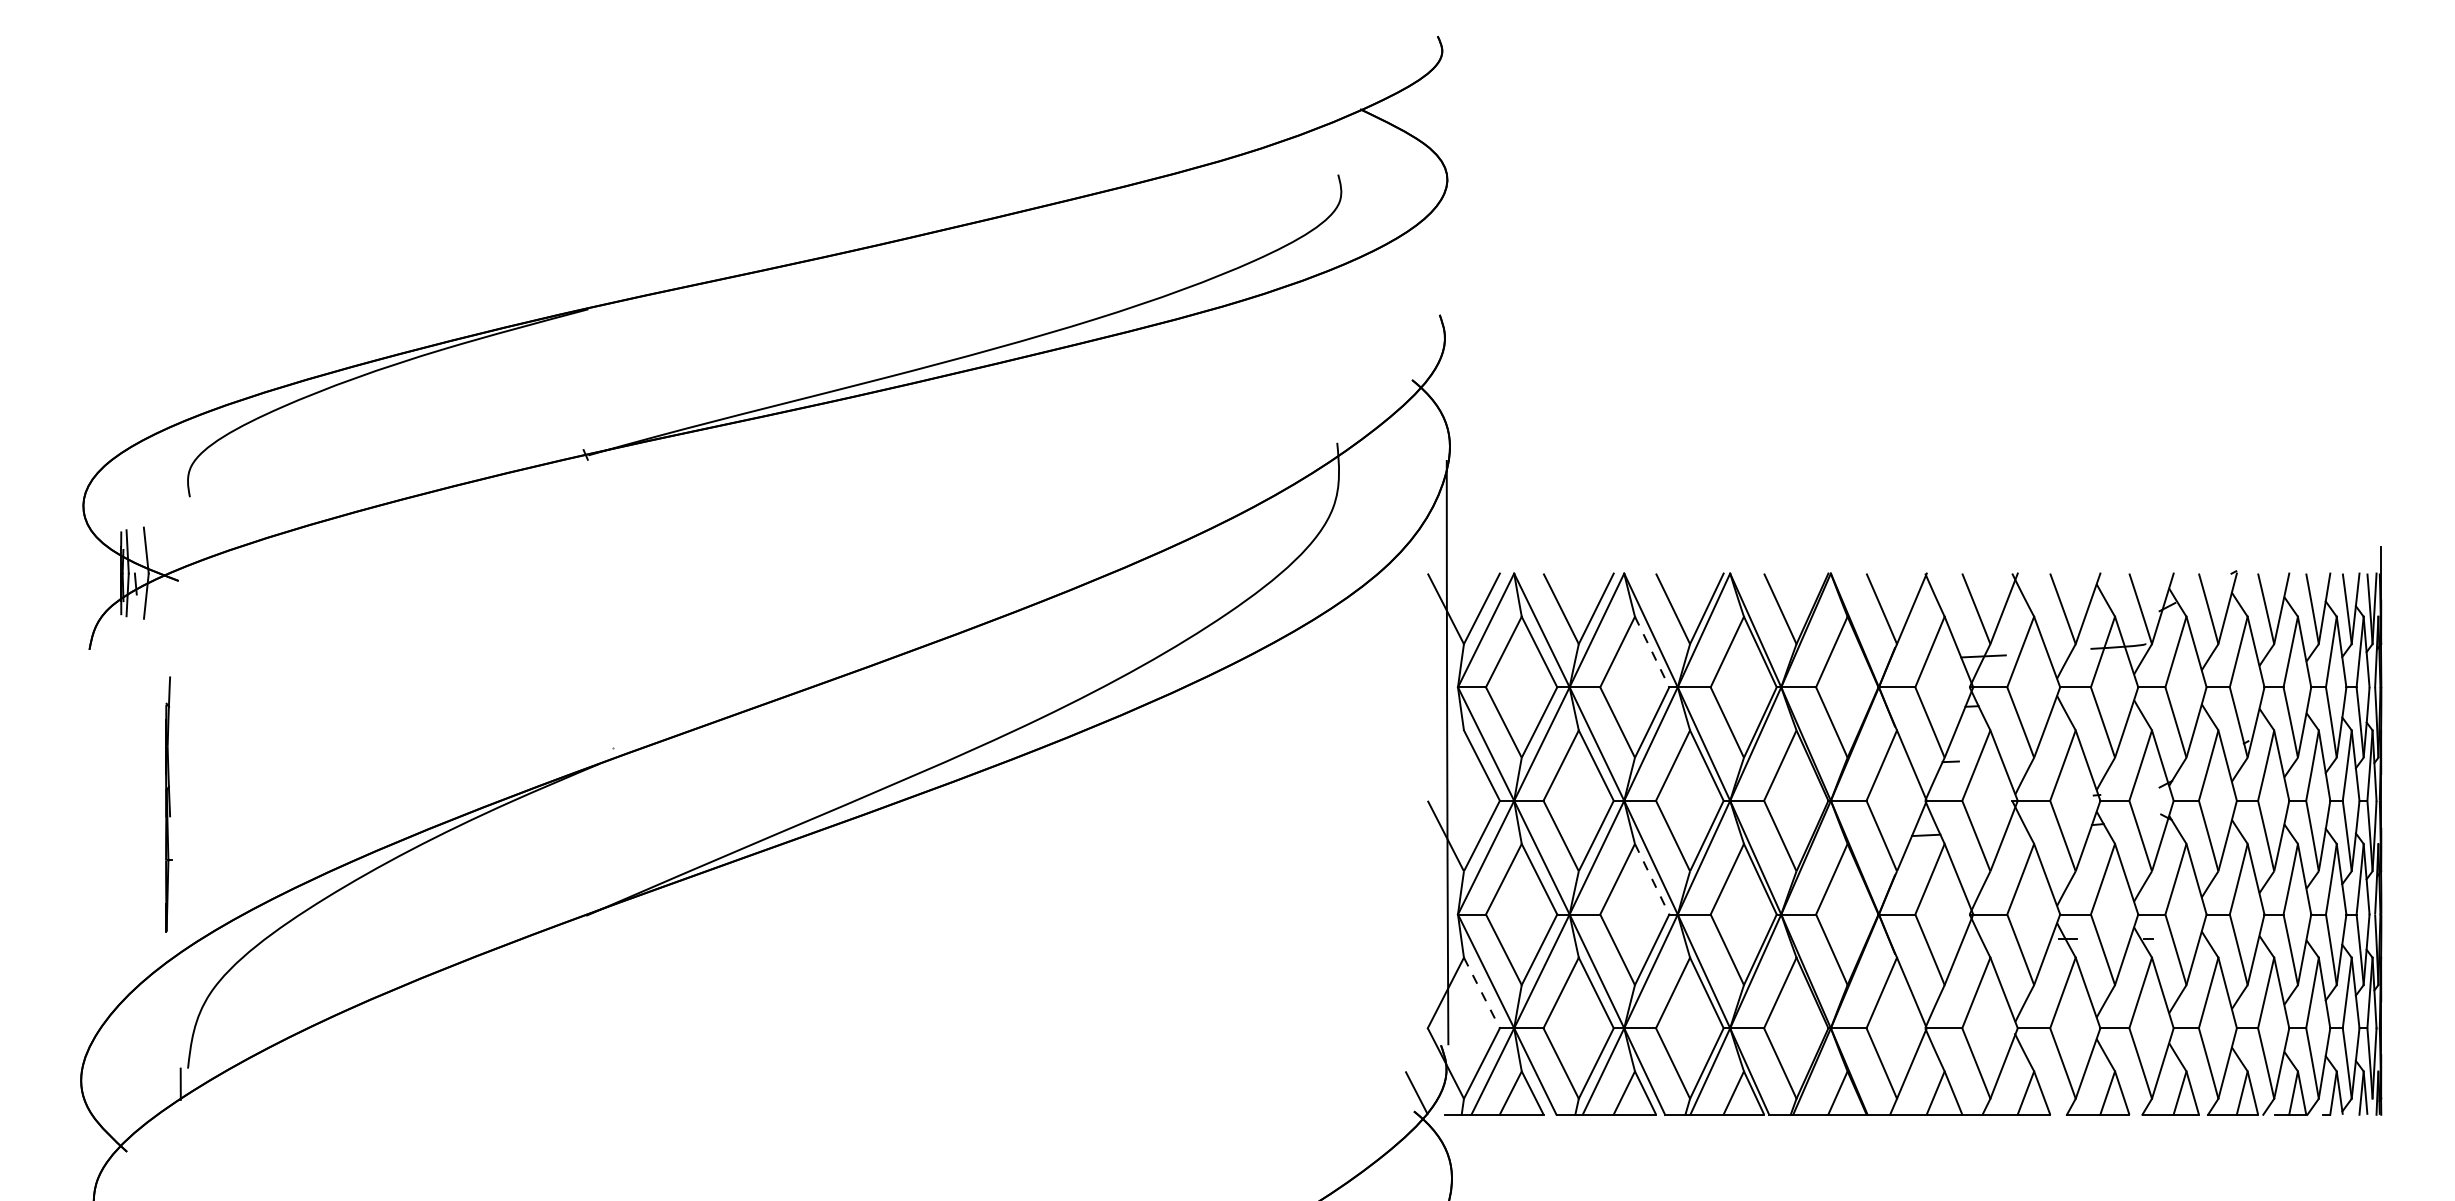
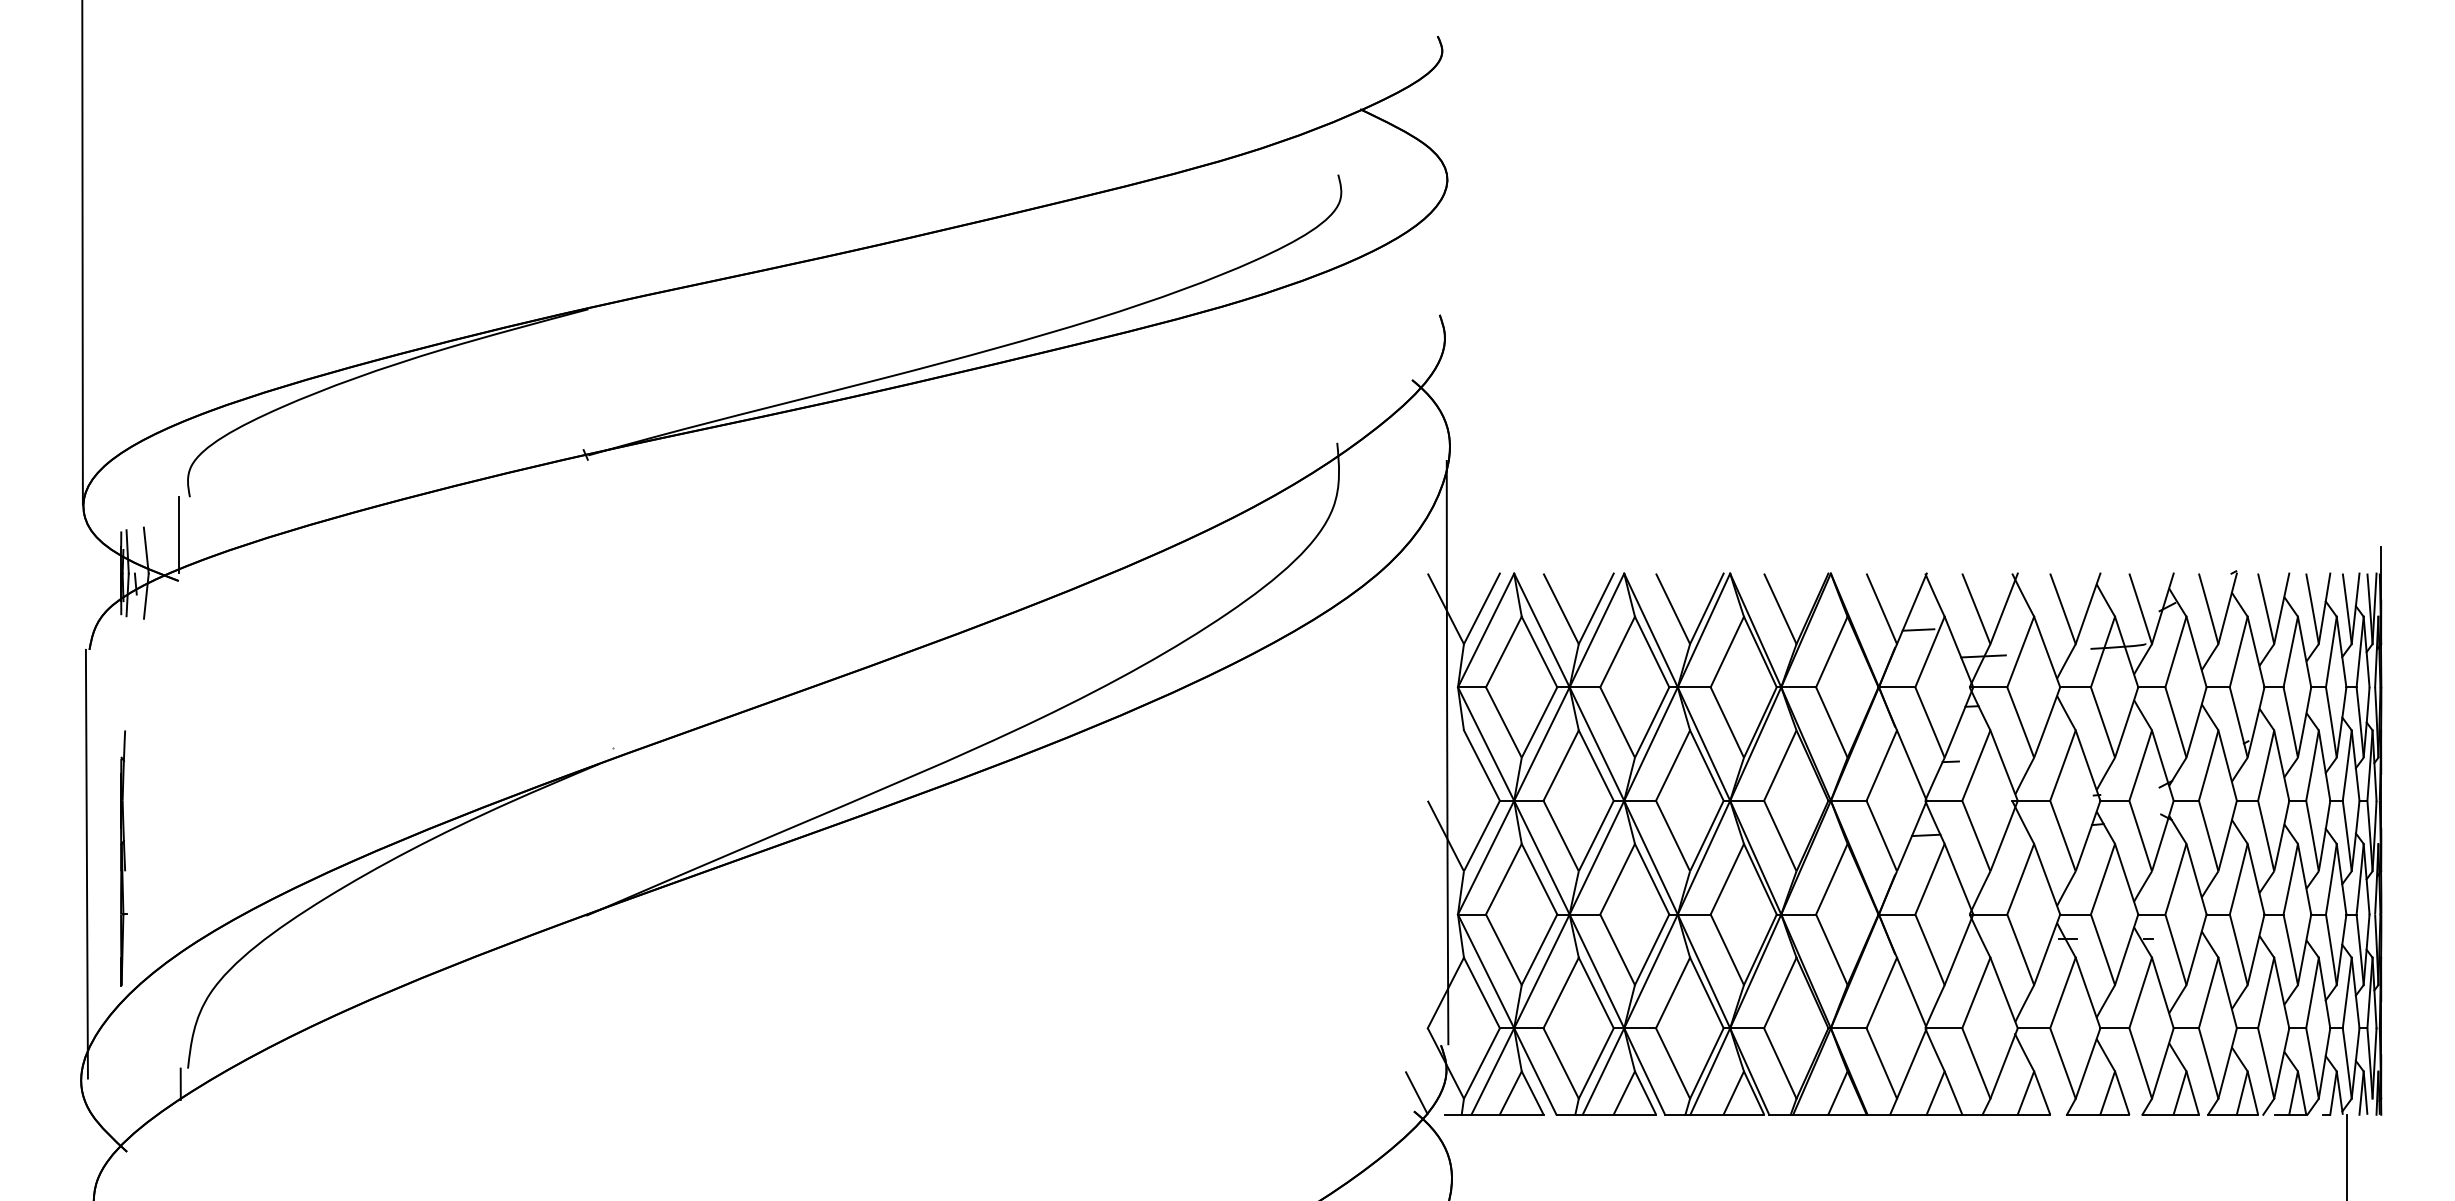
line at (82, 253): none -> present
line at (178, 535): none -> present
line at (1918, 629): none -> present
line at (1652, 652): dashed -> solid
part at (168, 804) position: (168, 804) -> (123, 858)
line at (86, 863): none -> present
line at (1652, 879): dashed -> solid
line at (1481, 992): dashed -> solid
line at (2347, 1155): none -> present
